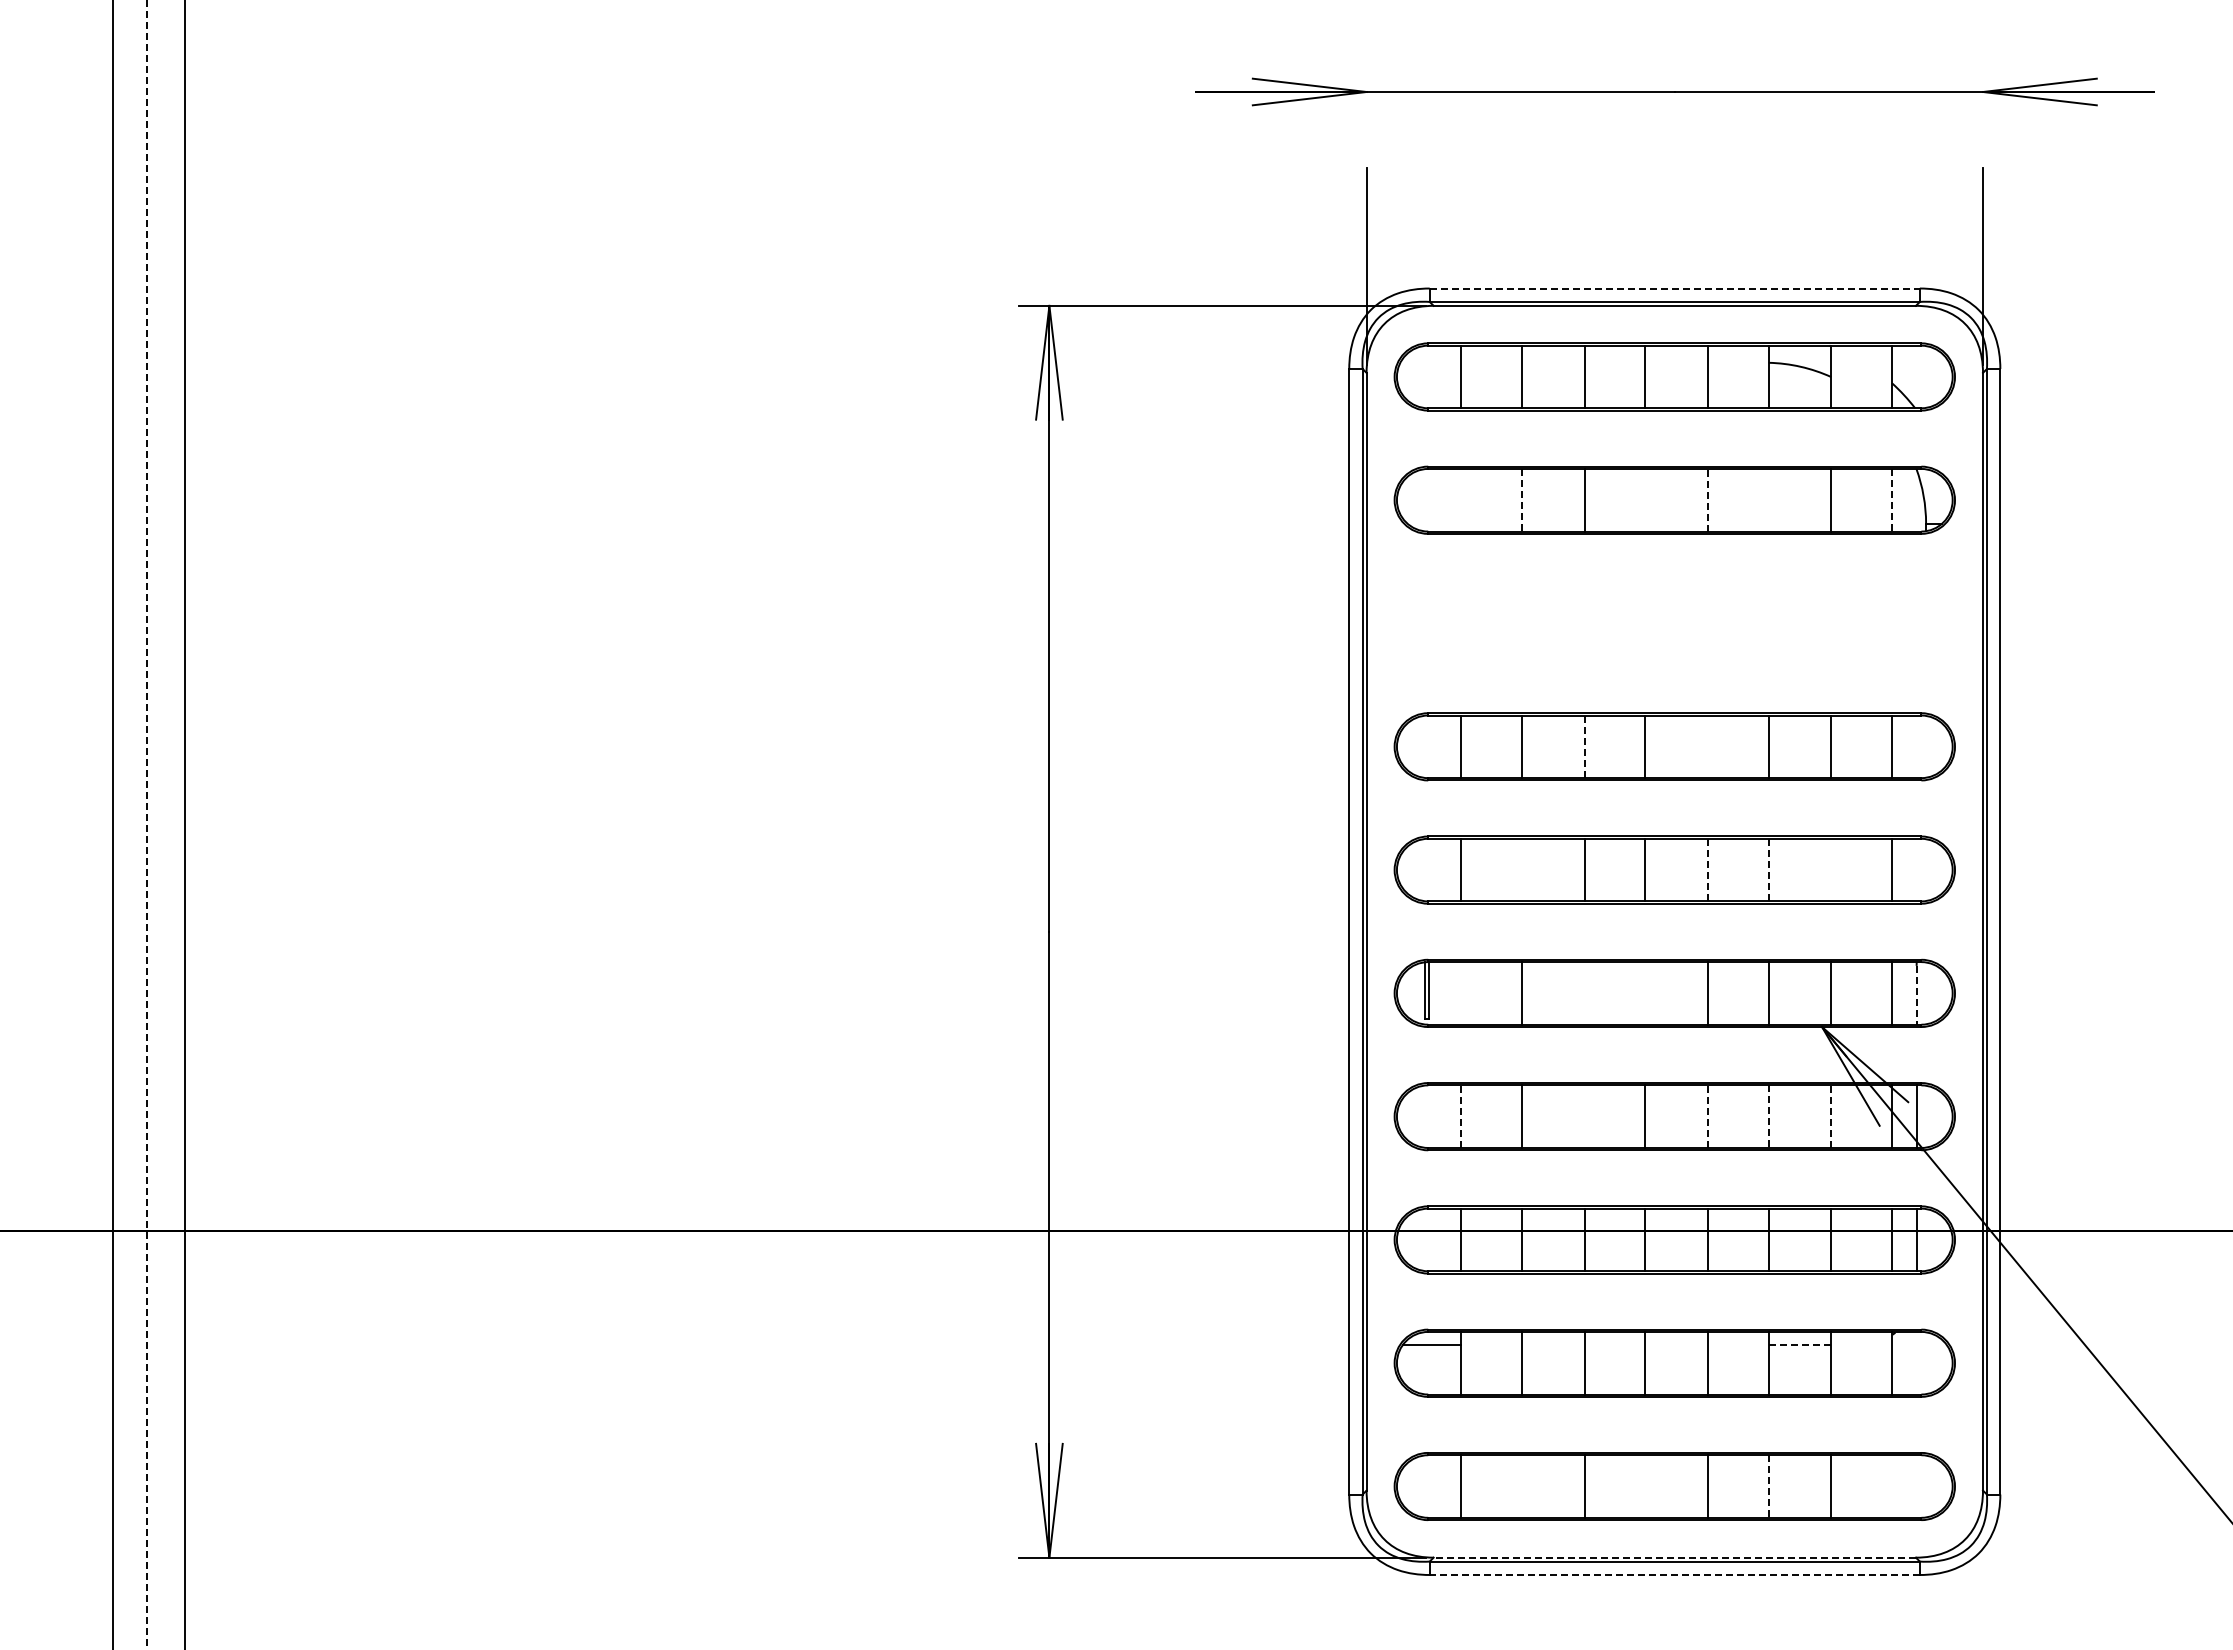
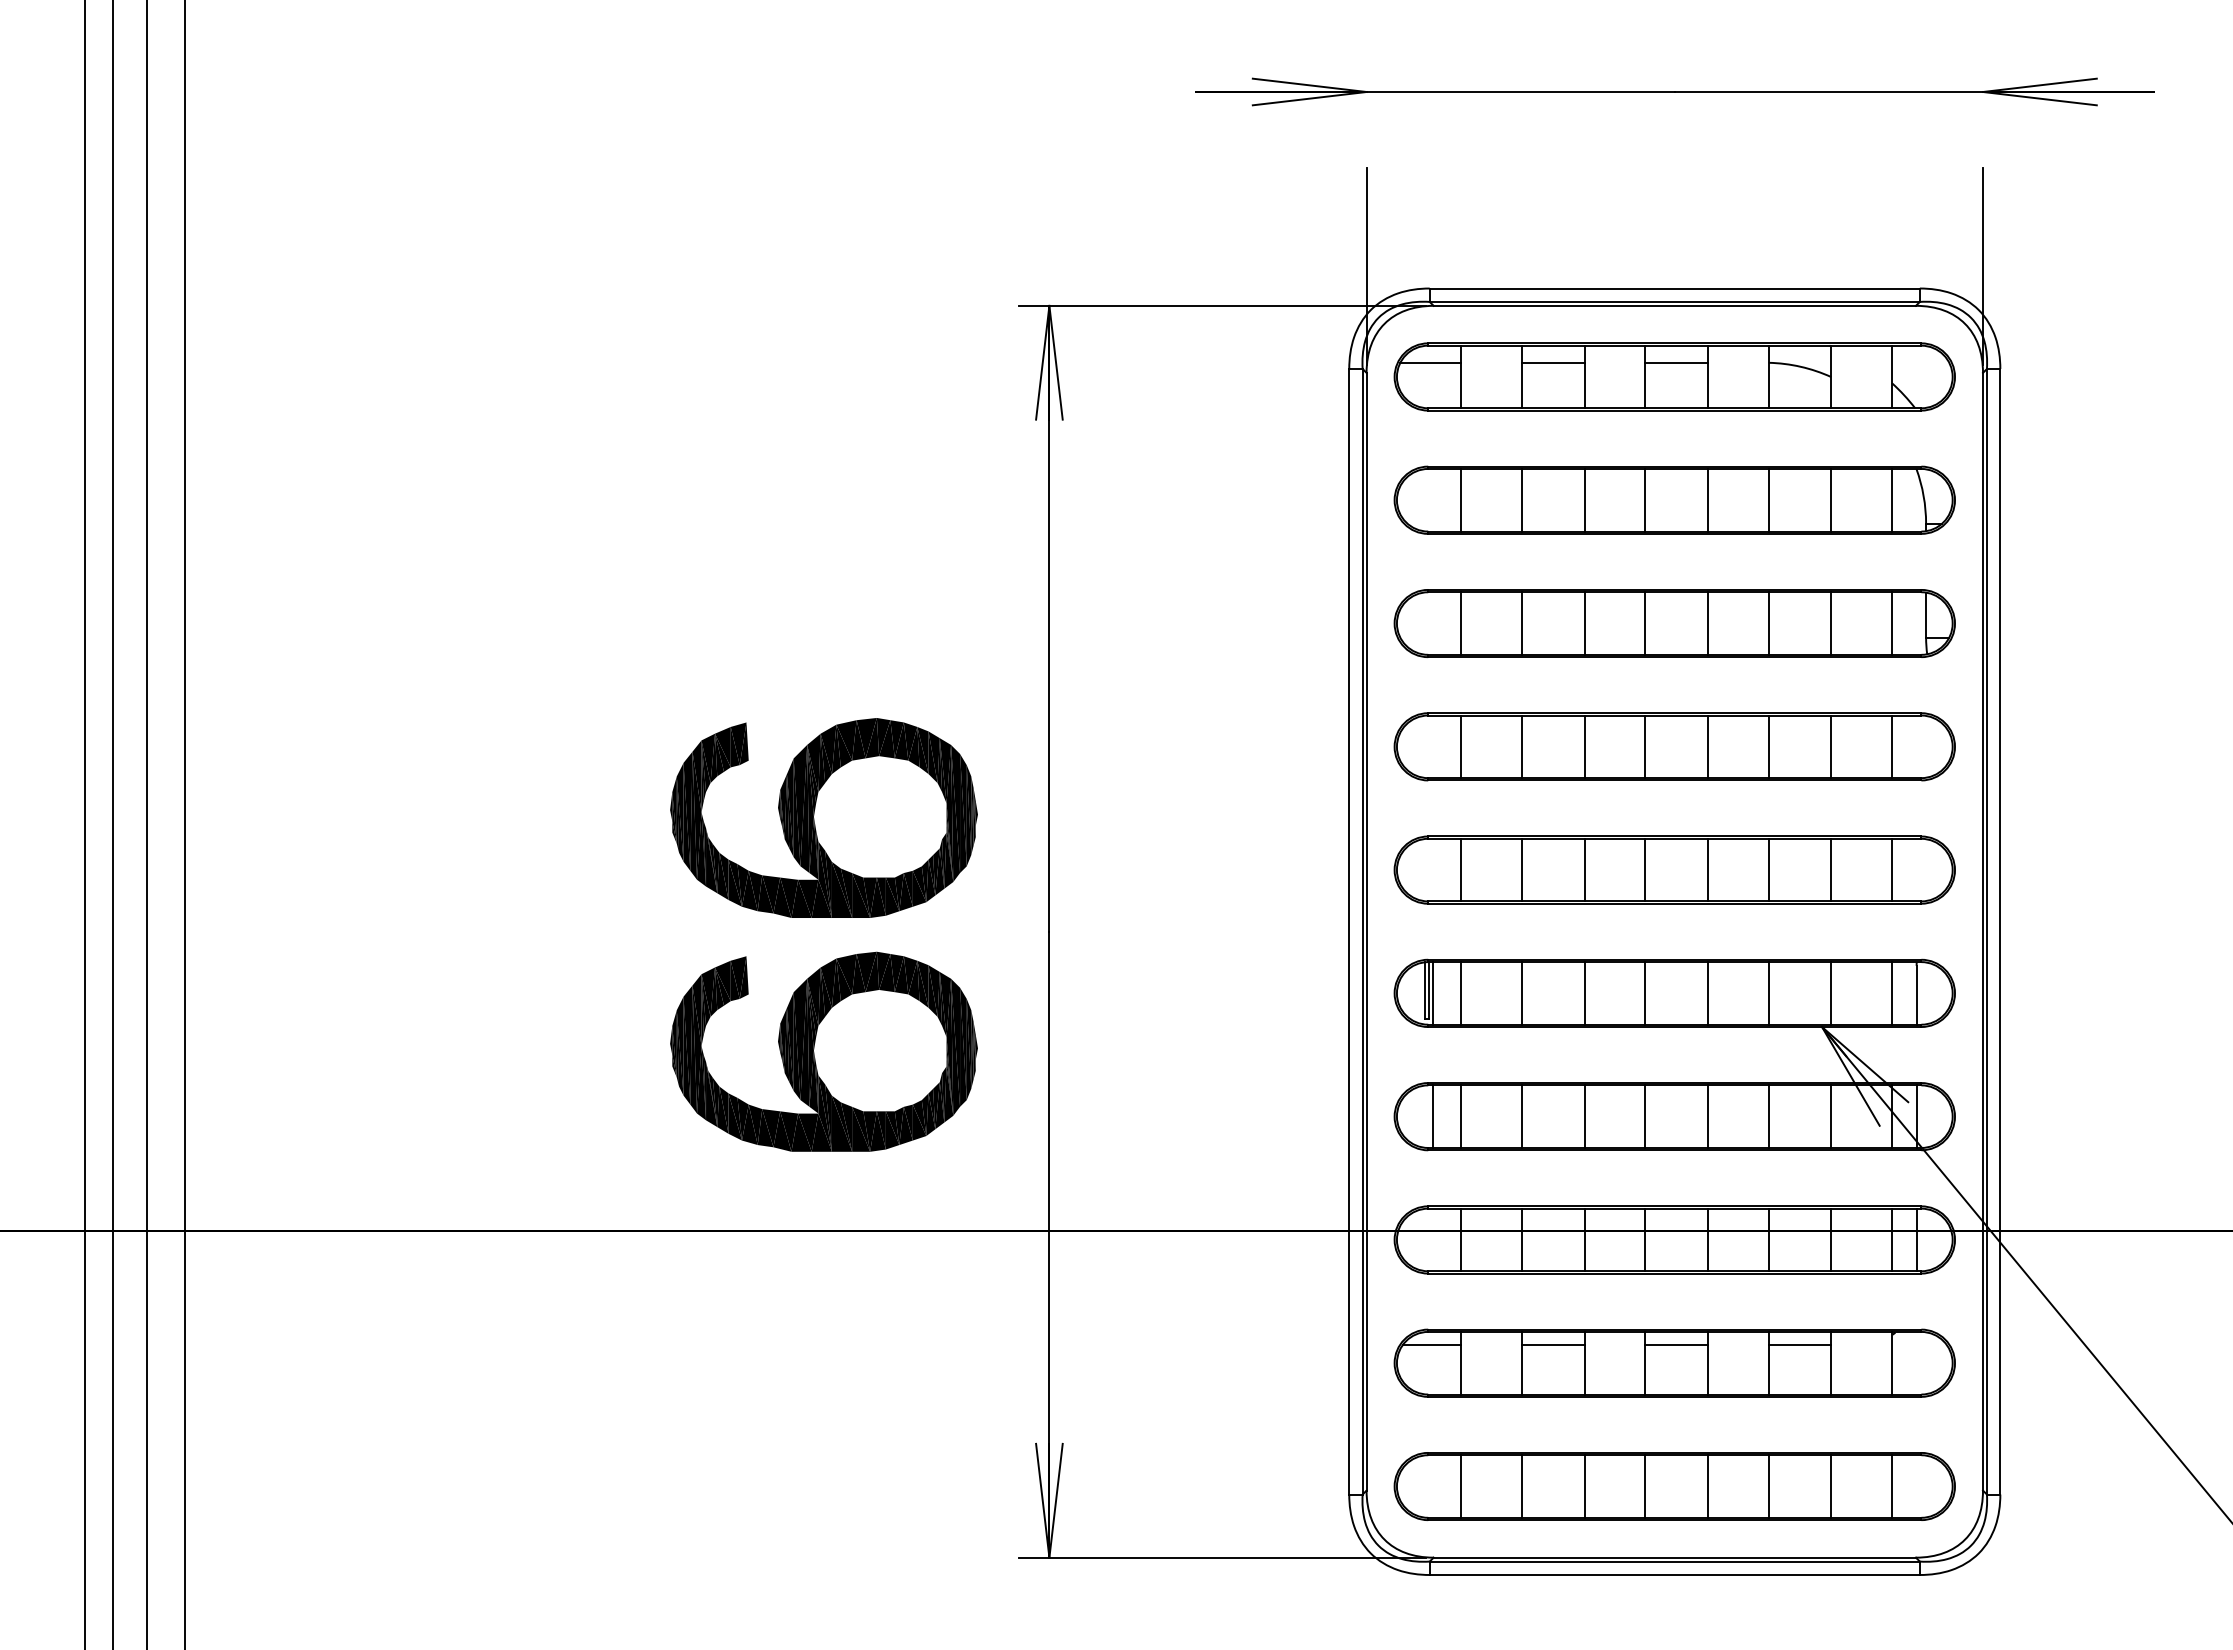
line at (1675, 288): dashed -> solid
line at (1430, 362): none -> present
line at (1553, 362): none -> present
line at (1676, 362): none -> present
line at (1461, 499): none -> present
line at (1645, 499): none -> present
line at (1708, 499): dashed -> solid
line at (1768, 499): none -> present
line at (1522, 500): dashed -> solid
line at (1891, 500): dashed -> solid
part at (1674, 623): none -> present
line at (1584, 746): dashed -> solid
line at (1708, 746): none -> present
part at (823, 817): none -> present
line at (84, 824): none -> present
line at (146, 825): dashed -> solid
line at (1522, 869): none -> present
line at (1708, 869): dashed -> solid
line at (1831, 869): none -> present
line at (1768, 870): dashed -> solid
line at (1432, 993): none -> present
line at (1461, 993): none -> present
line at (1584, 993): none -> present
line at (1645, 993): none -> present
line at (1916, 995): dashed -> solid
part at (823, 1051): none -> present
line at (1432, 1116): none -> present
line at (1461, 1116): dashed -> solid
line at (1584, 1116): none -> present
line at (1708, 1116): dashed -> solid
line at (1831, 1116): dashed -> solid
line at (1768, 1117): dashed -> solid
line at (1553, 1345): none -> present
line at (1676, 1345): none -> present
line at (1799, 1345): dashed -> solid
line at (1522, 1486): none -> present
line at (1645, 1486): none -> present
line at (1891, 1486): none -> present
line at (1768, 1487): dashed -> solid
line at (1674, 1557): dashed -> solid
line at (1674, 1574): dashed -> solid
